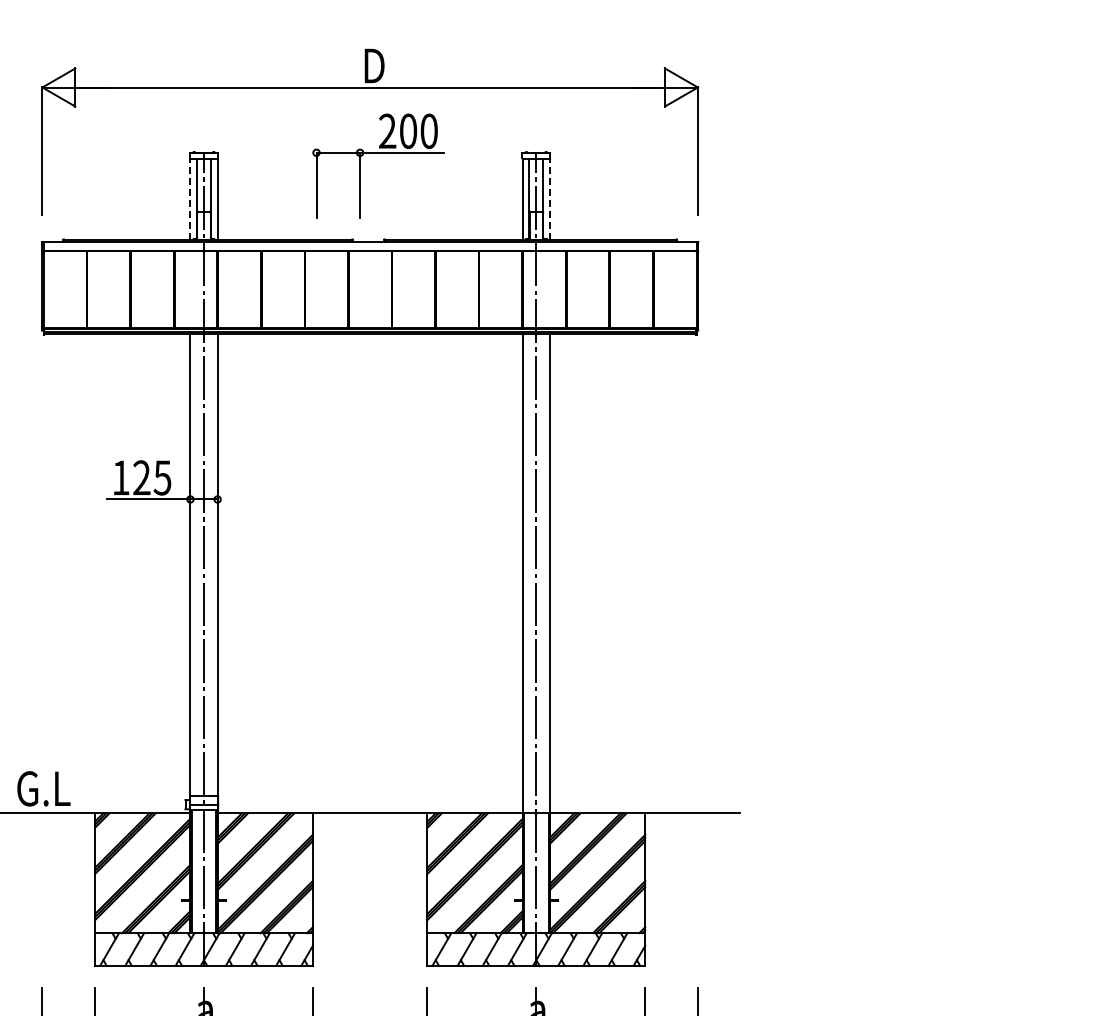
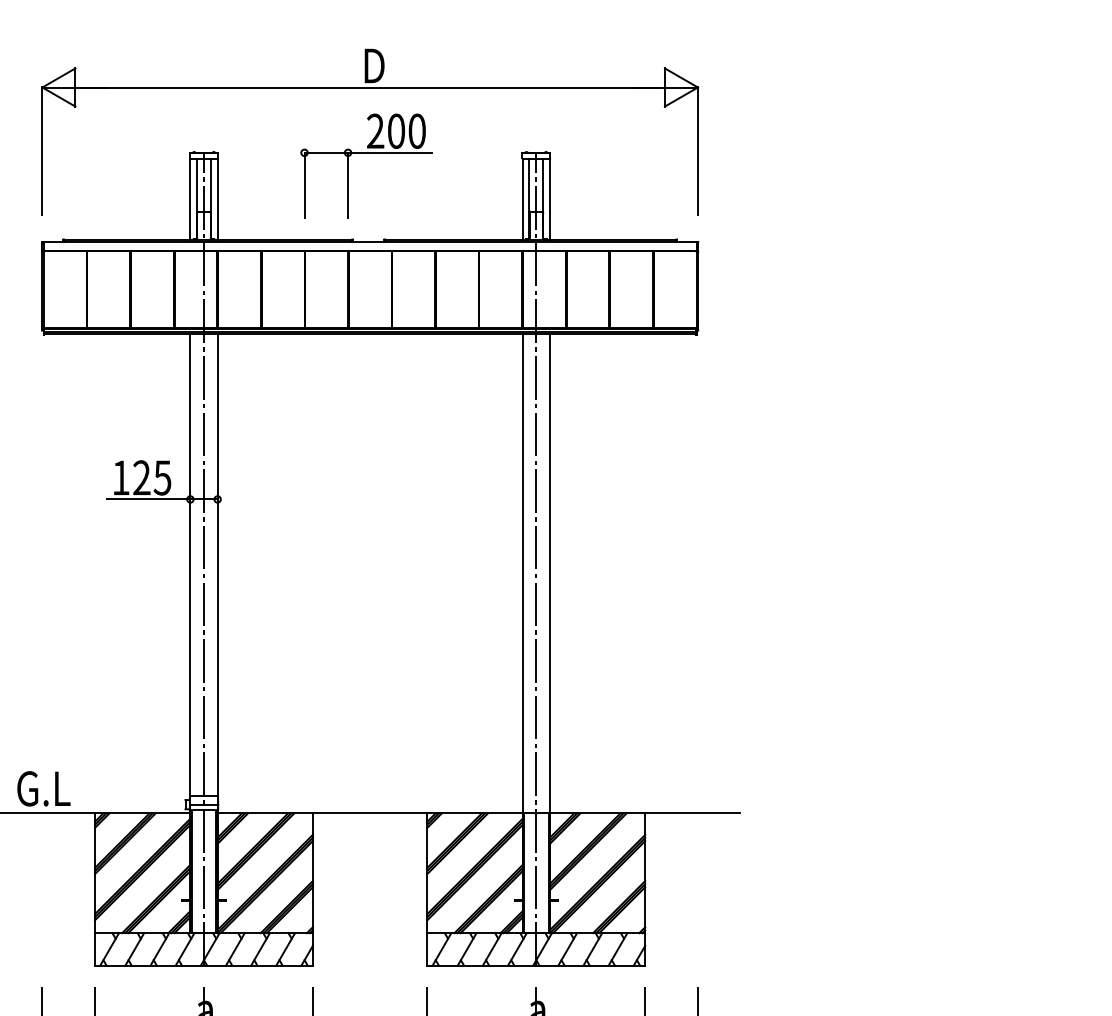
part at (378, 153) position: (378, 153) -> (366, 153)
line at (190, 199): dashed -> solid
line at (549, 199): dashed -> solid
